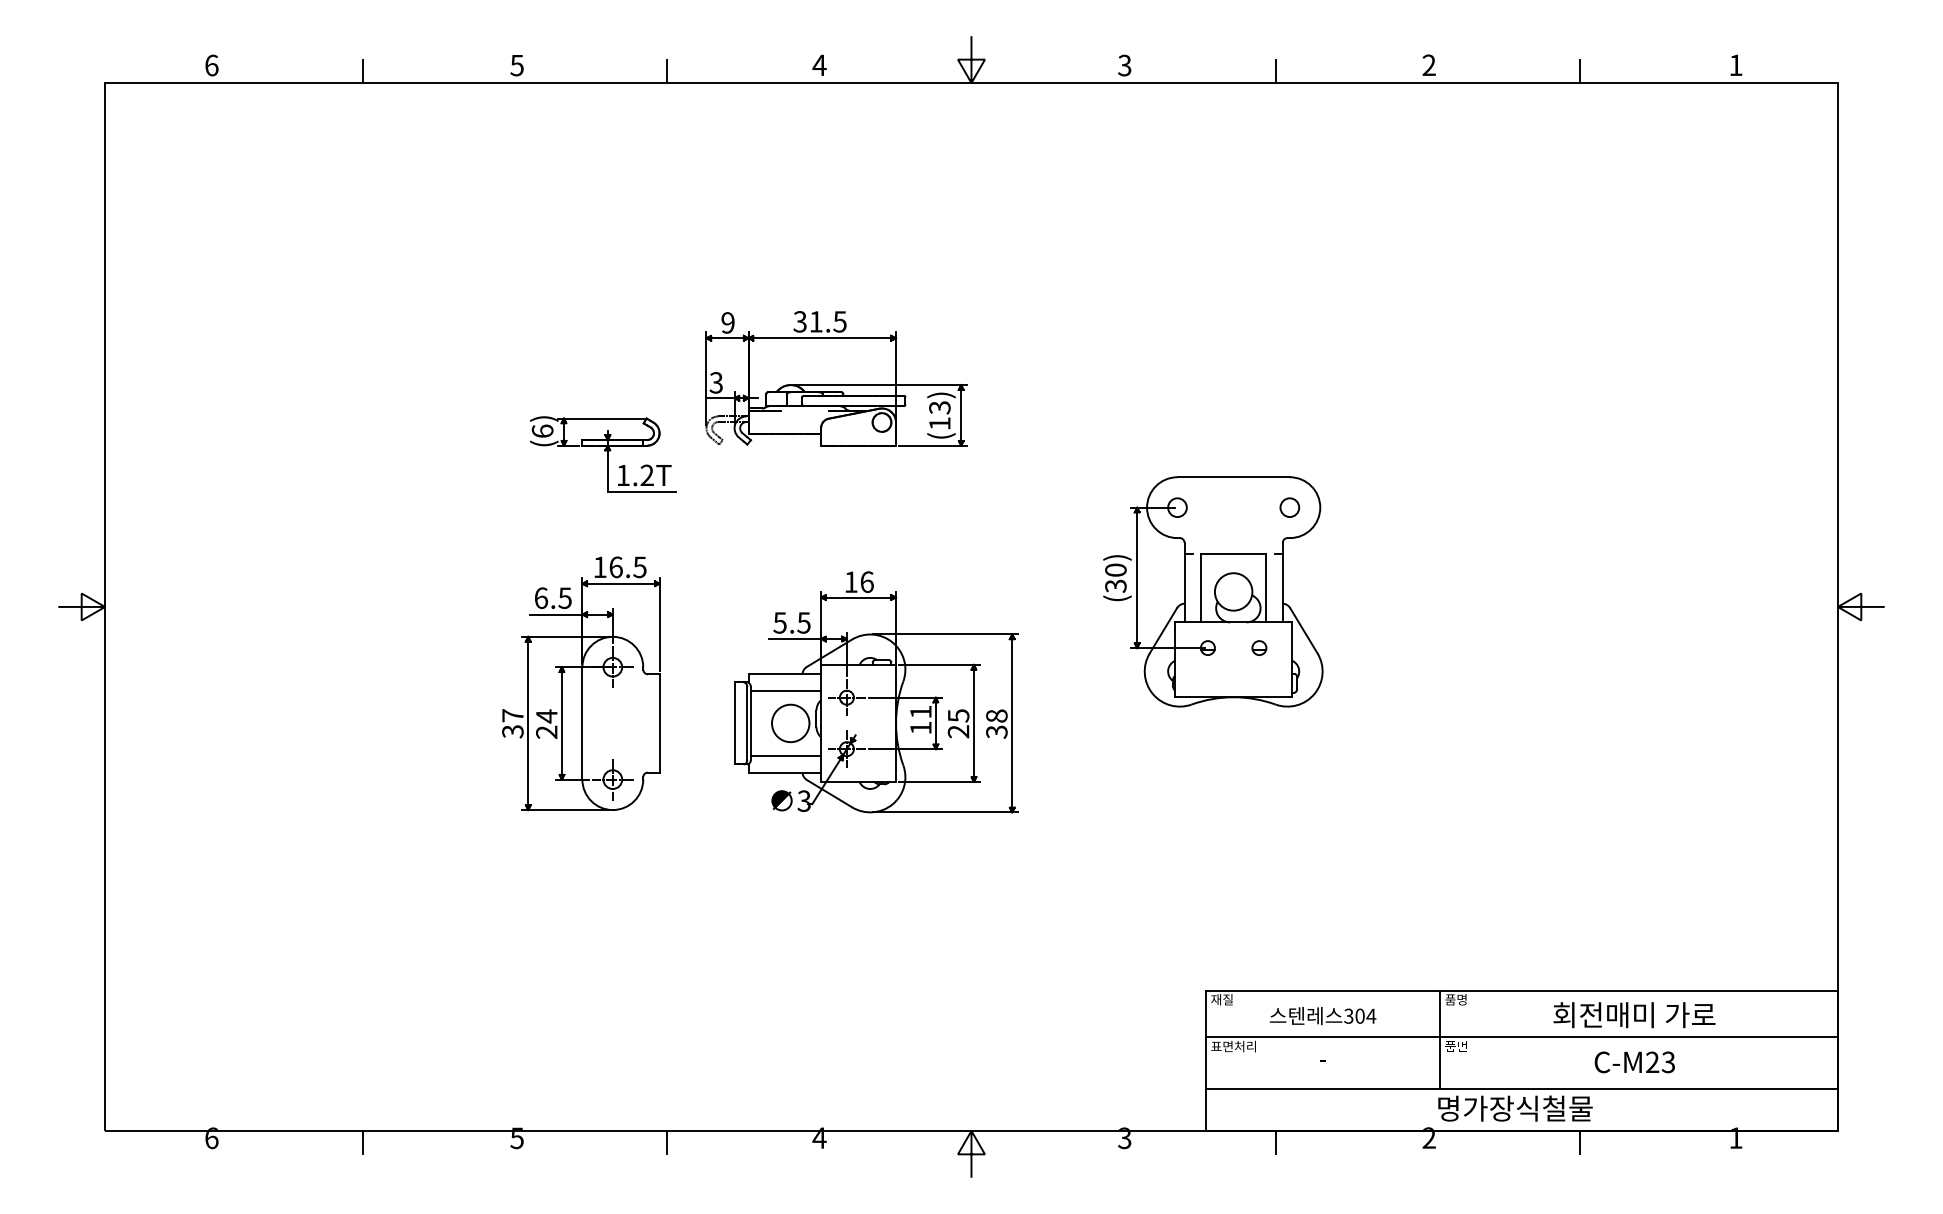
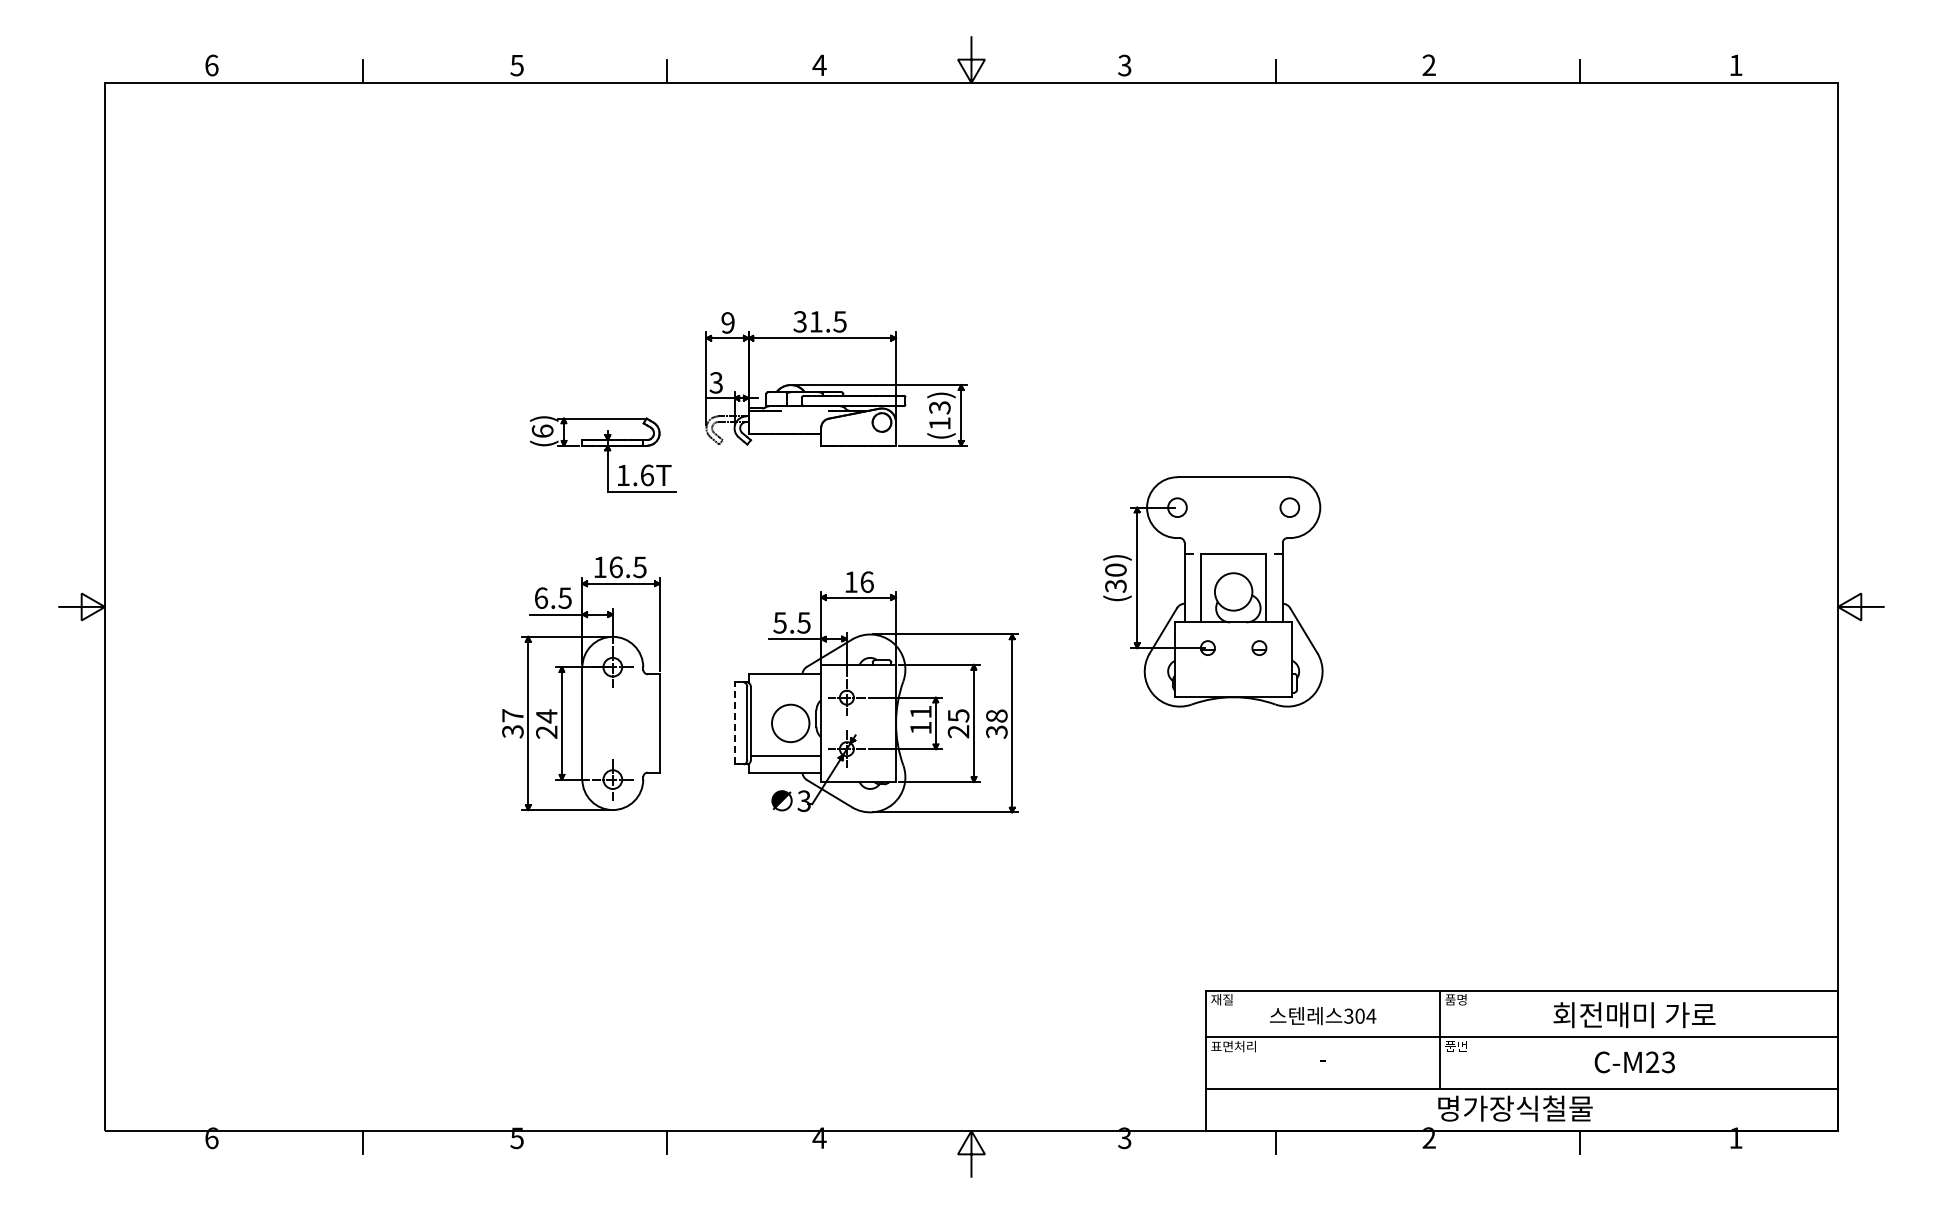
text at (647, 475): 1.2T -> 1.6T
line at (785, 690): present -> none
line at (734, 723): solid -> dashed
